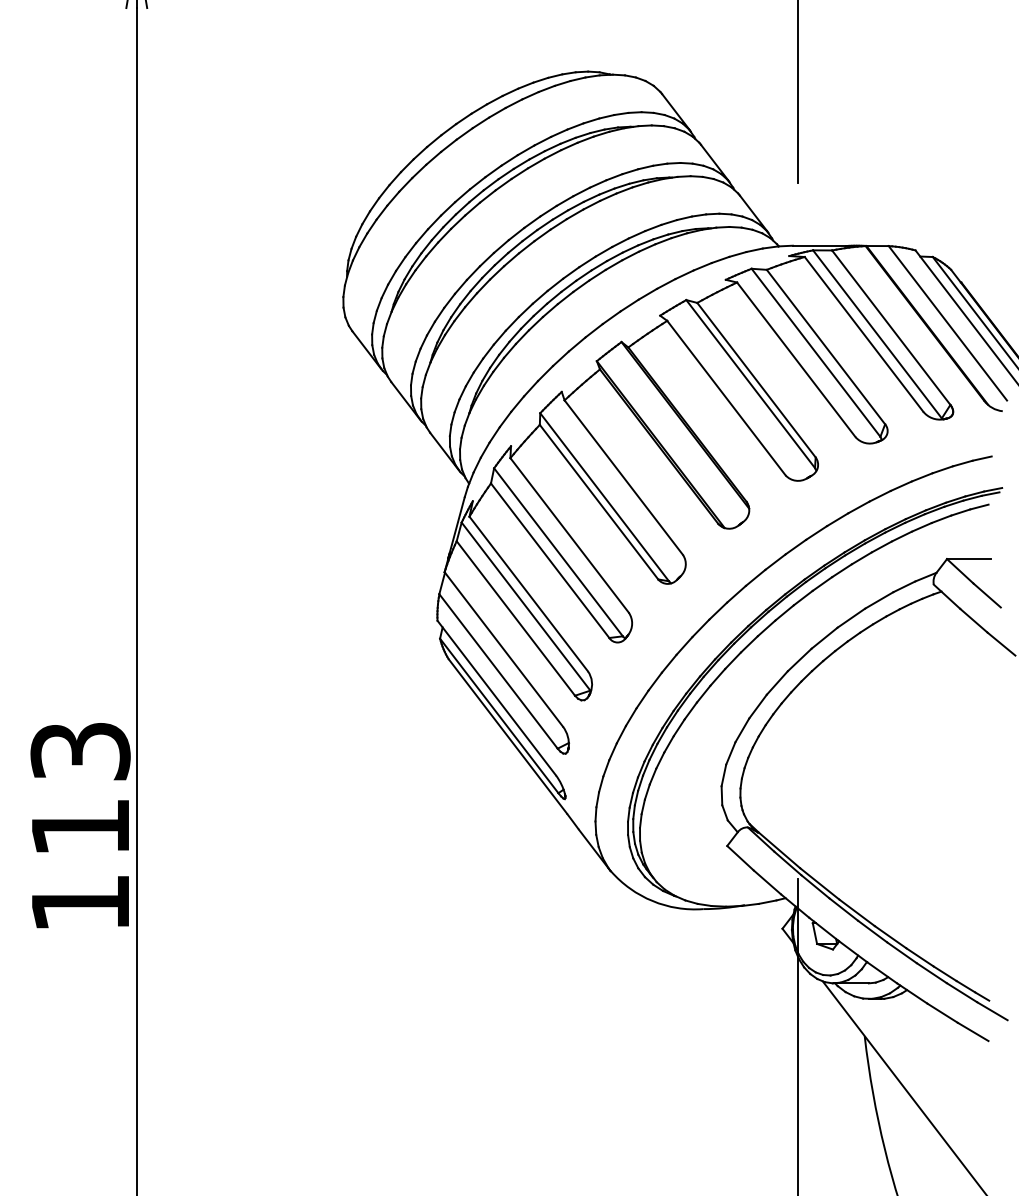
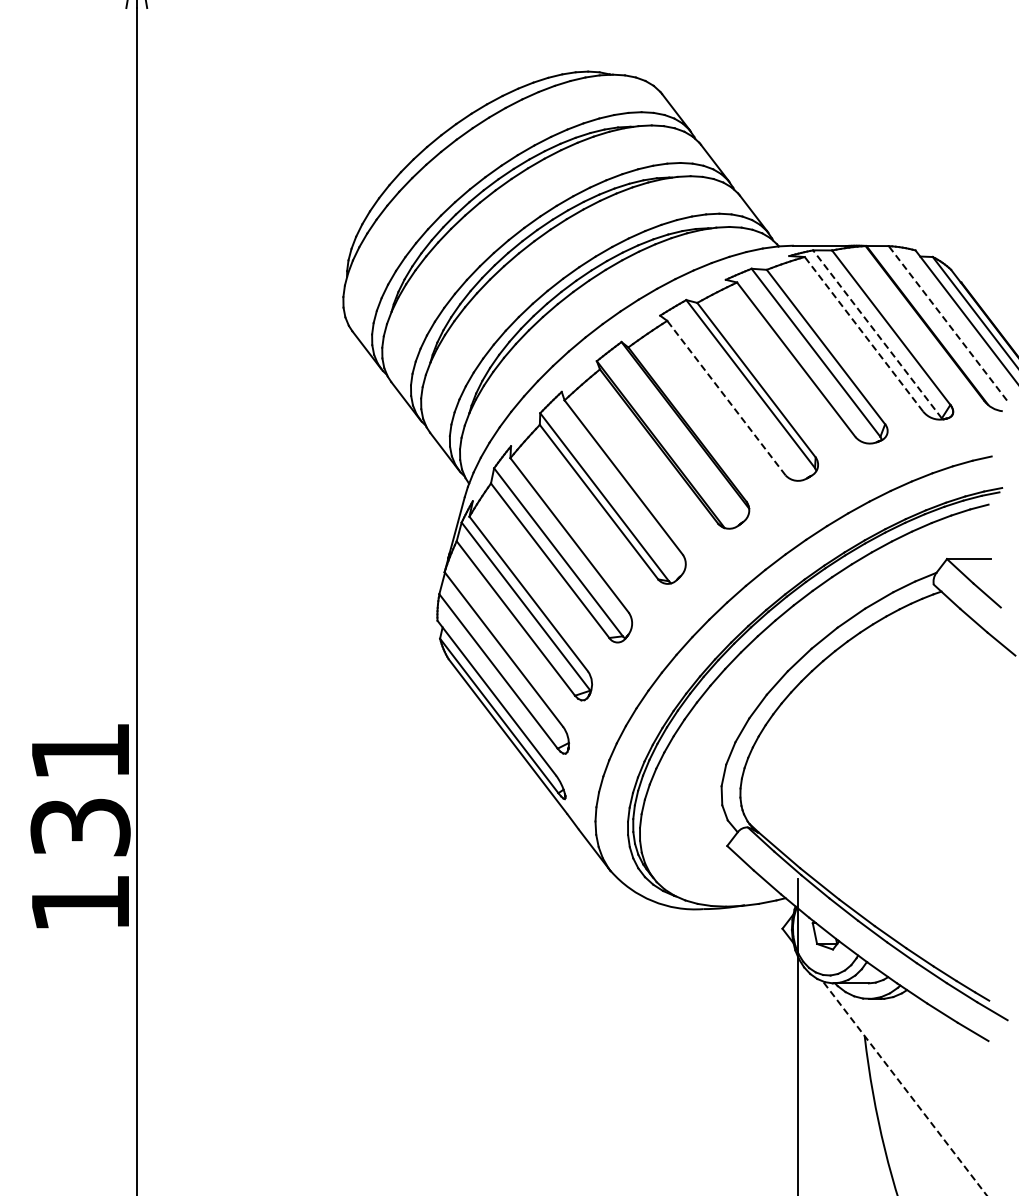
line at (797, 92): present -> none
line at (947, 322): solid -> dashed
line at (863, 333): solid -> dashed
line at (877, 334): solid -> dashed
line at (726, 397): solid -> dashed
text at (80, 789): 113 -> 131
line at (904, 1088): solid -> dashed
